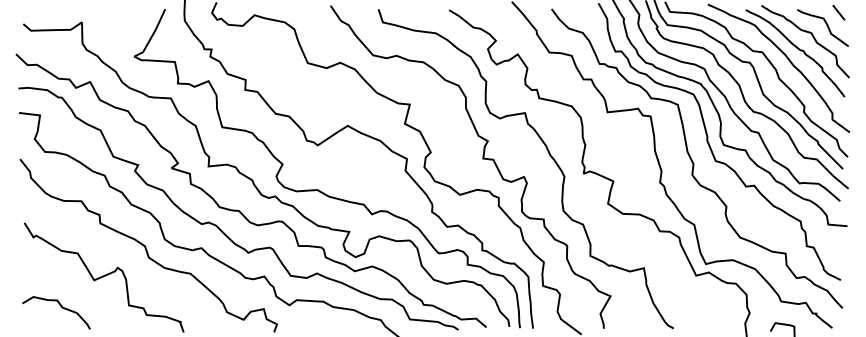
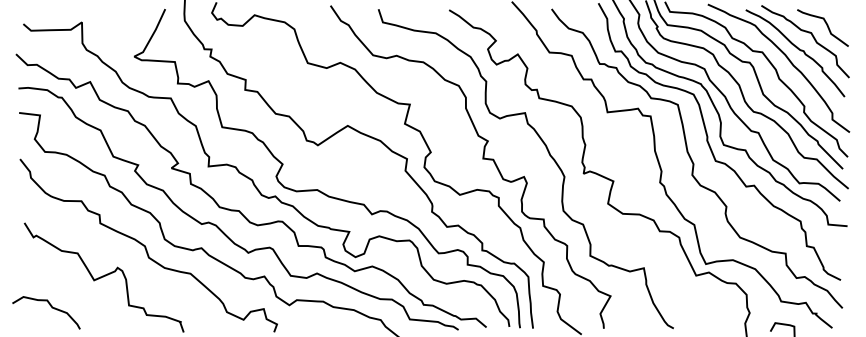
line at (838, 12): present -> none
curve at (61, 307) position: (61, 307) -> (51, 307)
